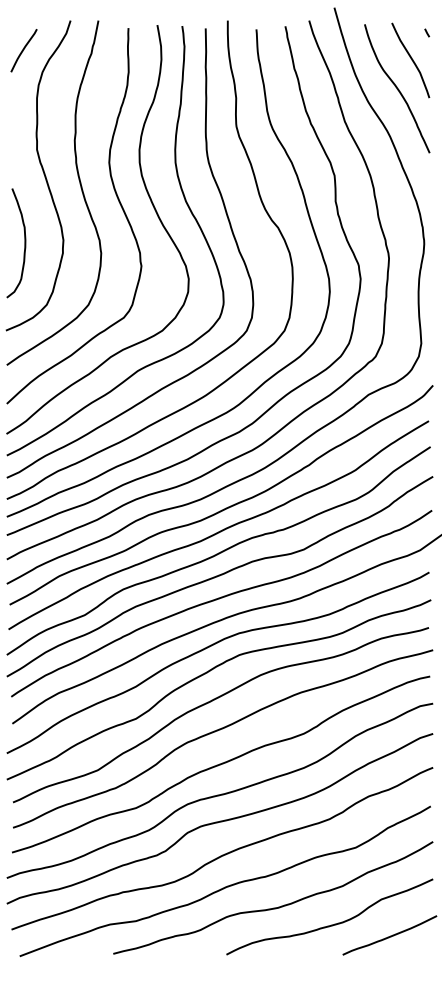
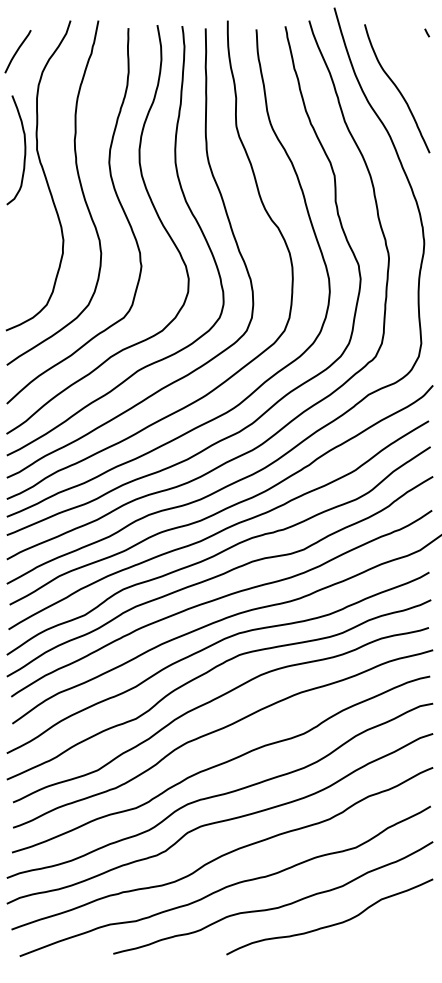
curve at (23, 50) position: (23, 50) -> (17, 51)
curve at (411, 60): present -> none
curve at (24, 243) position: (24, 243) -> (24, 150)
curve at (390, 935): present -> none
